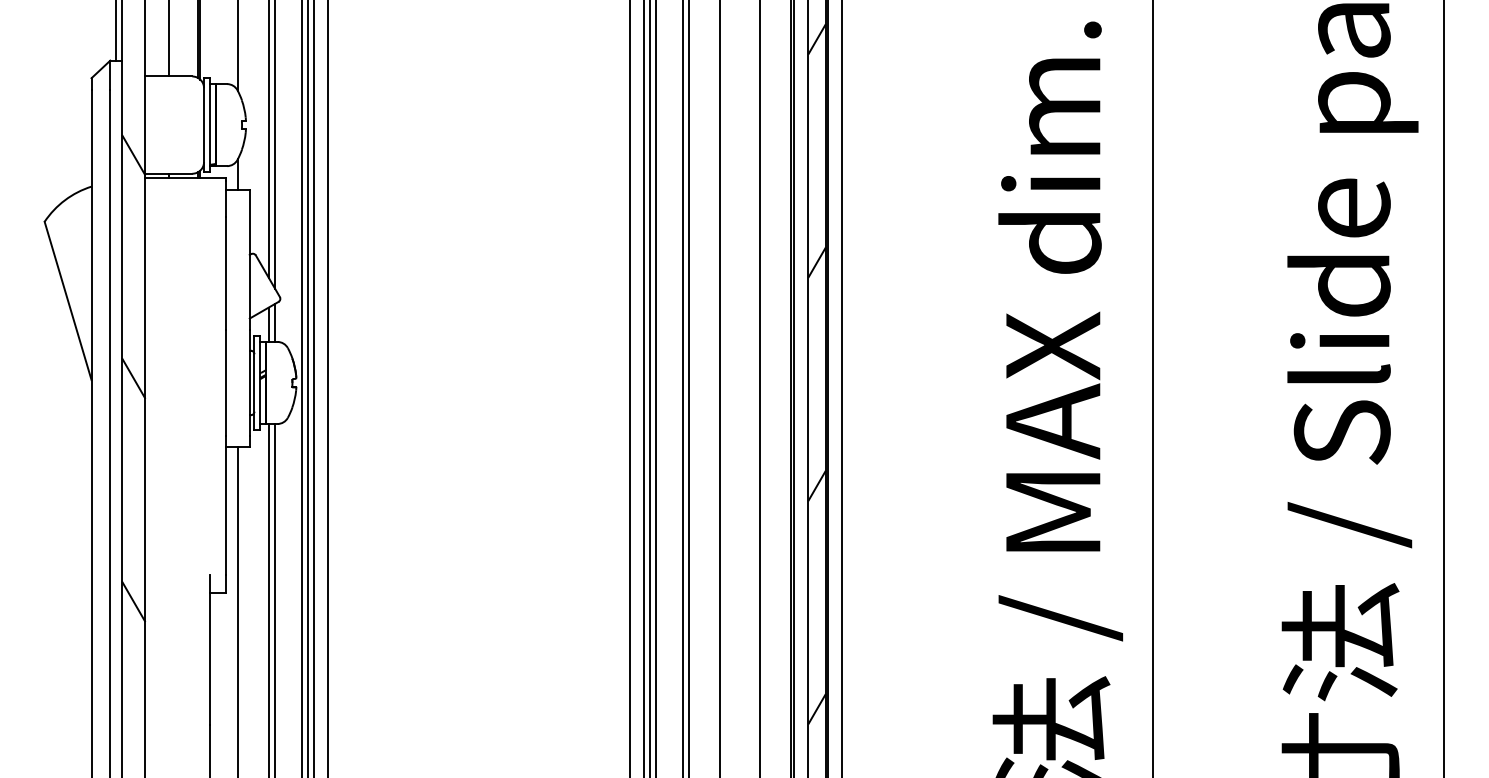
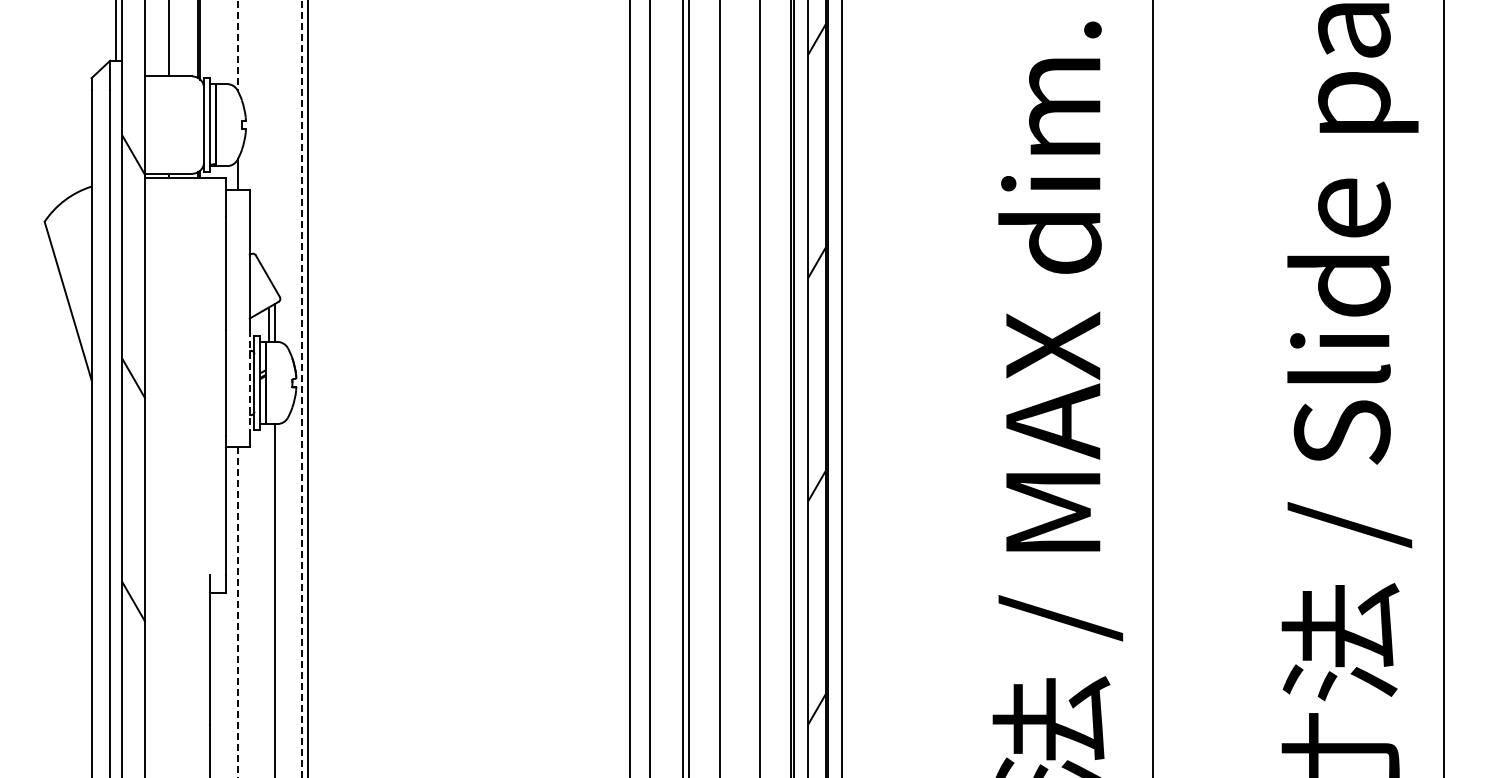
line at (238, 46): solid -> dashed
line at (268, 139): present -> none
line at (275, 145): present -> none
line at (249, 382): solid -> dashed
line at (301, 388): solid -> dashed
line at (314, 388): present -> none
line at (328, 388): present -> none
line at (643, 388): present -> none
line at (656, 388): present -> none
line at (268, 599): present -> none
line at (238, 613): solid -> dashed
